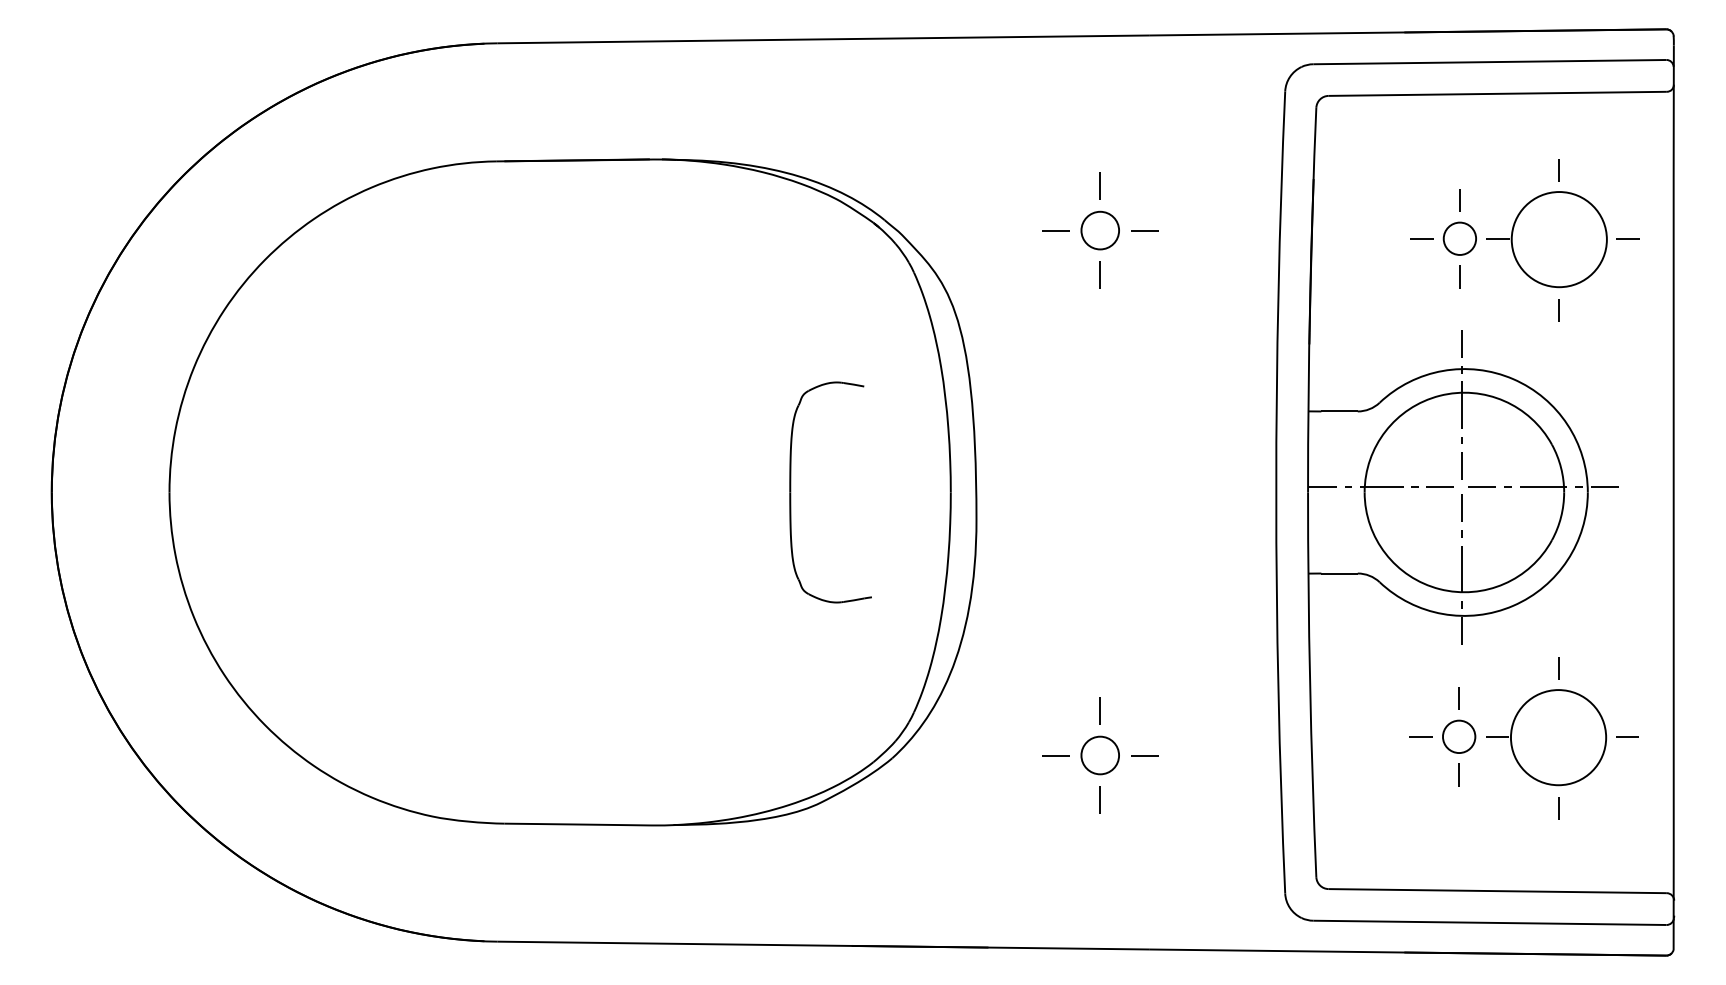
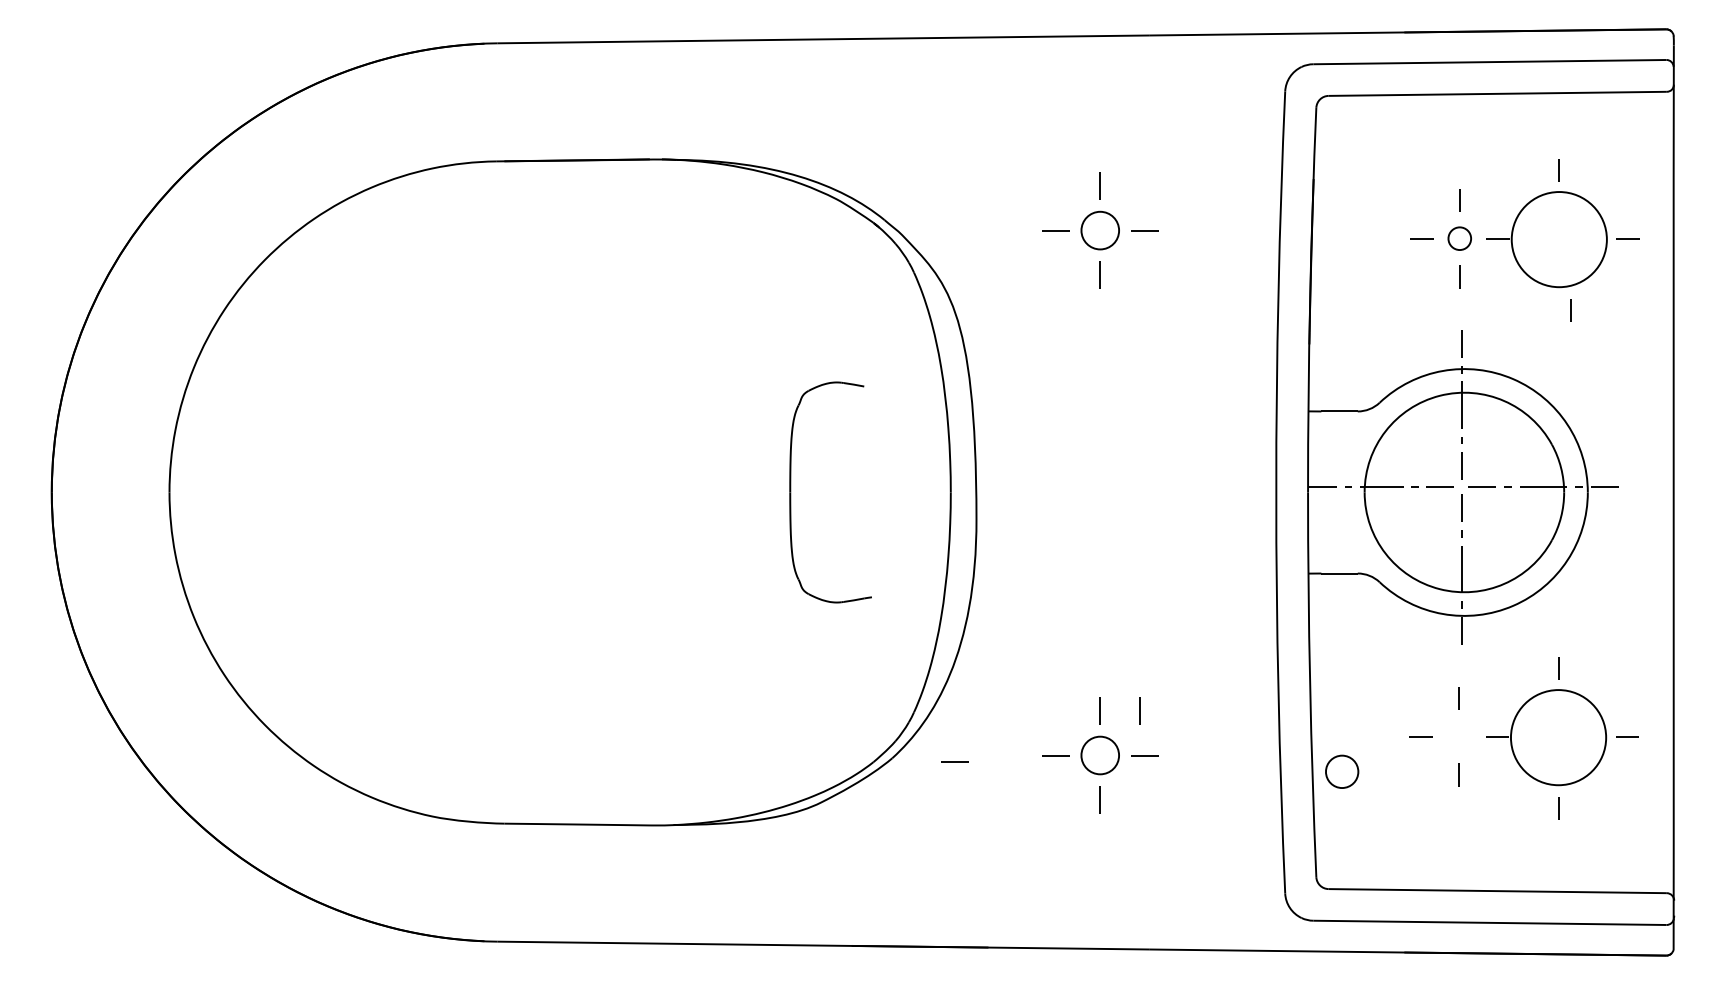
part at (1459, 238) size: 35x35 px -> 25x25 px
line at (1558, 310) position: (1558, 310) -> (1570, 310)
line at (1139, 710): none -> present
part at (1459, 736) position: (1459, 736) -> (1342, 771)
line at (954, 761): none -> present
